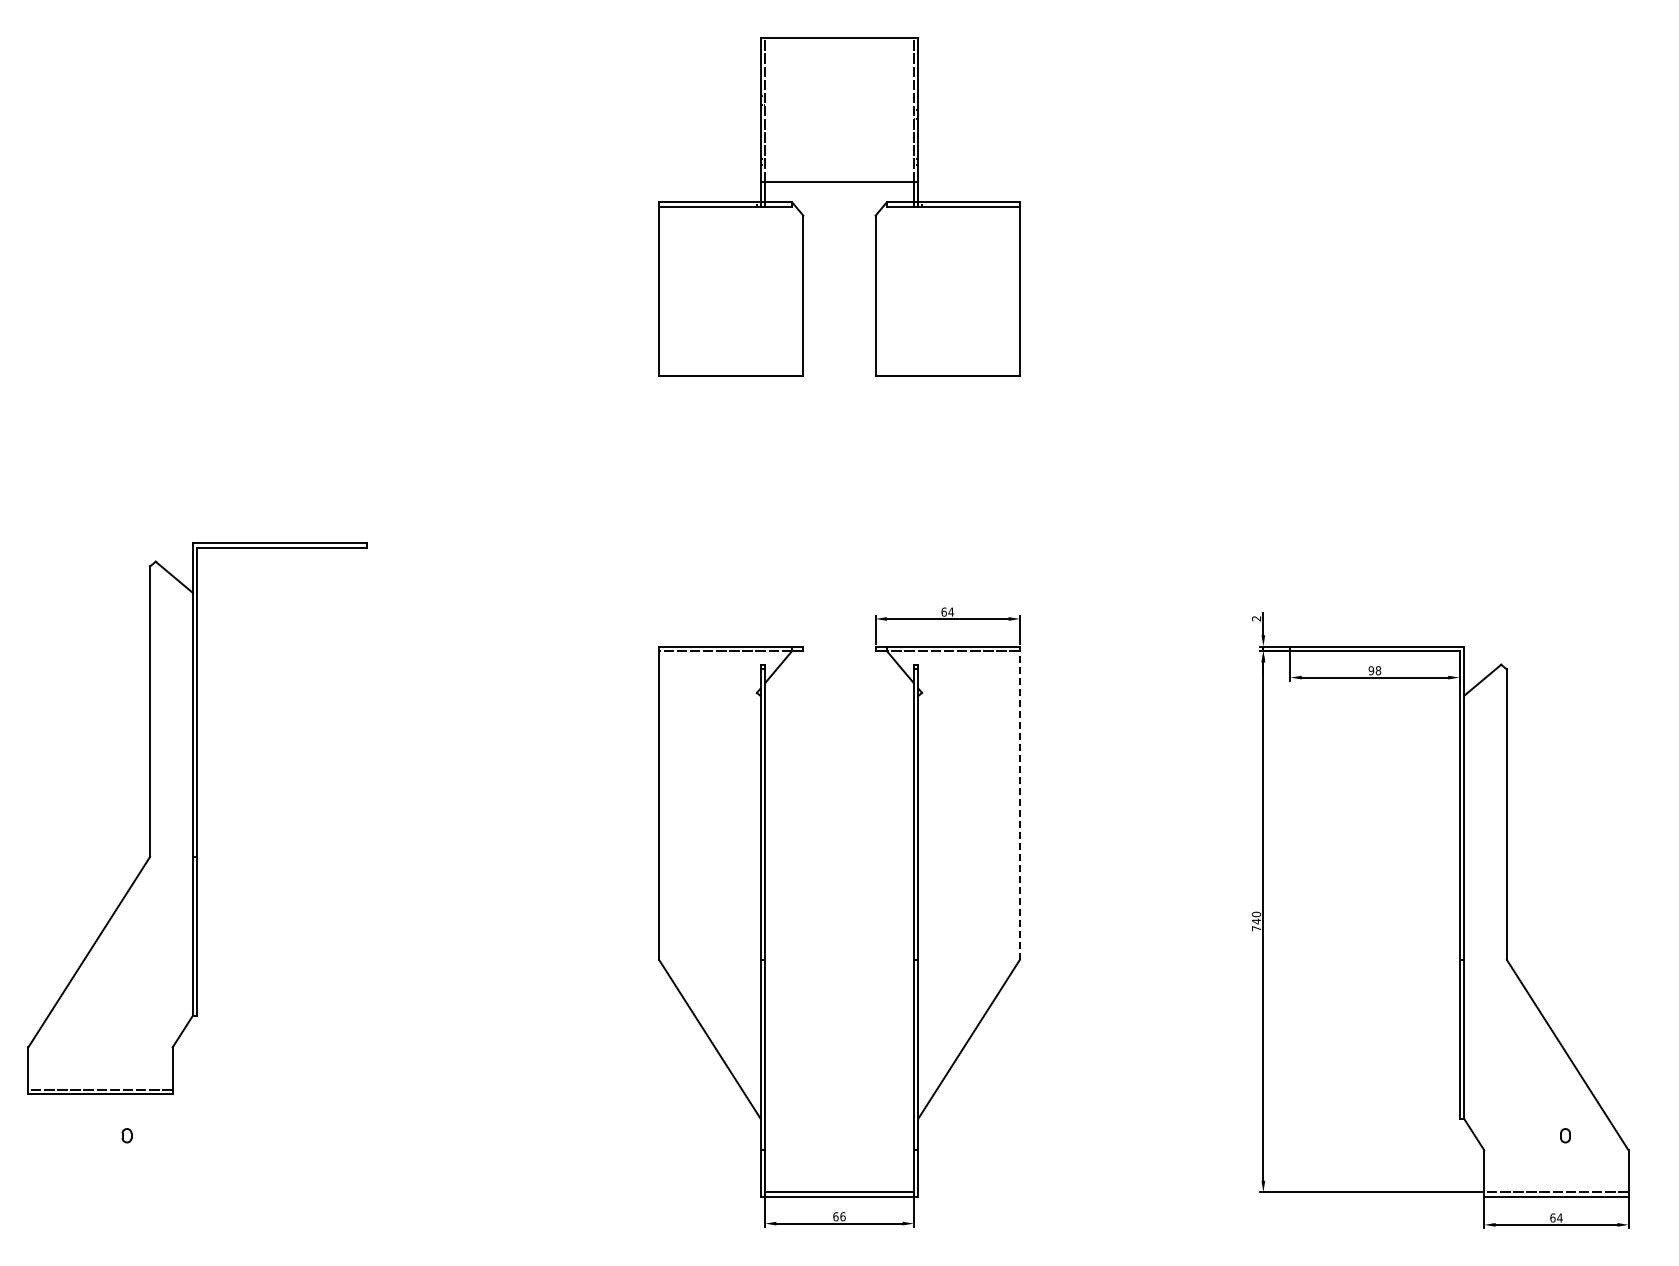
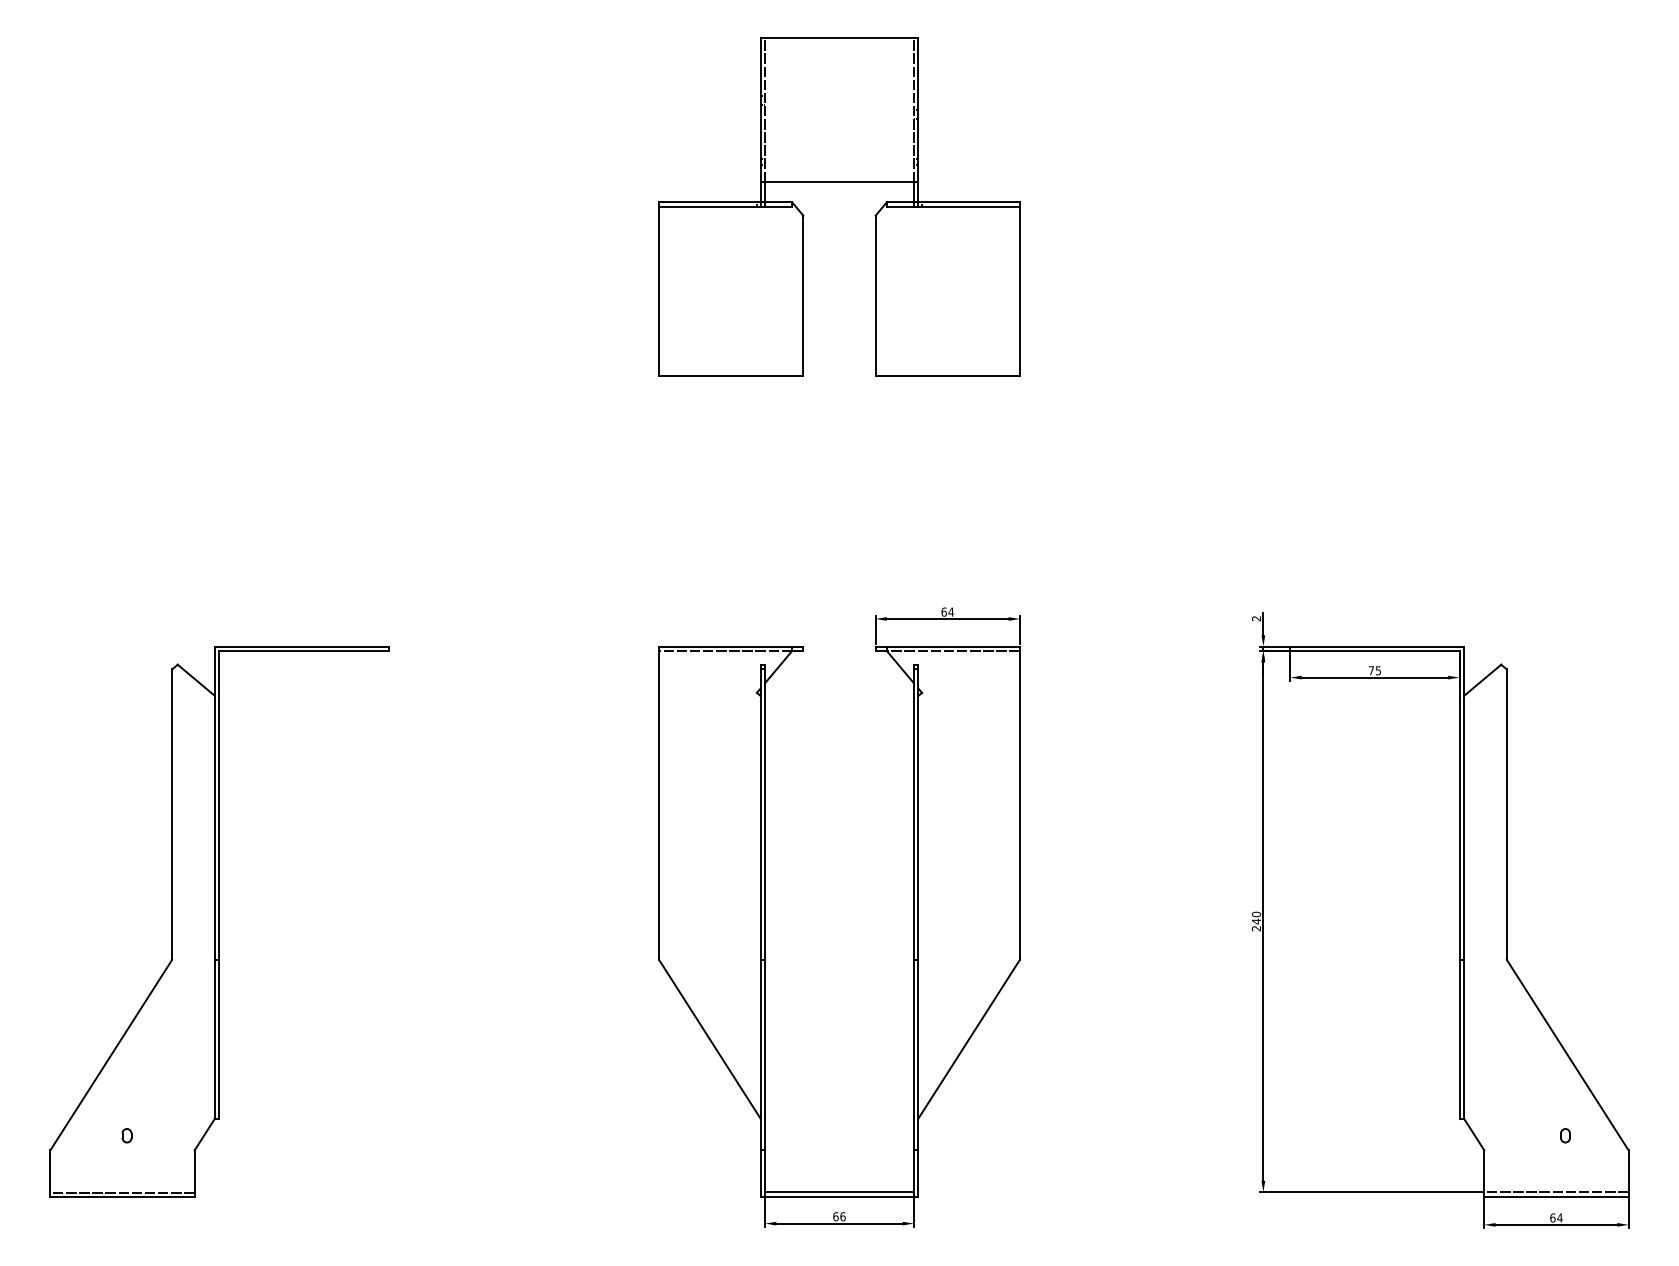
text at (1374, 670): 98 -> 75
line at (1019, 803): dashed -> solid
part at (197, 818) position: (197, 818) -> (219, 921)
text at (1255, 928): 740 -> 240
